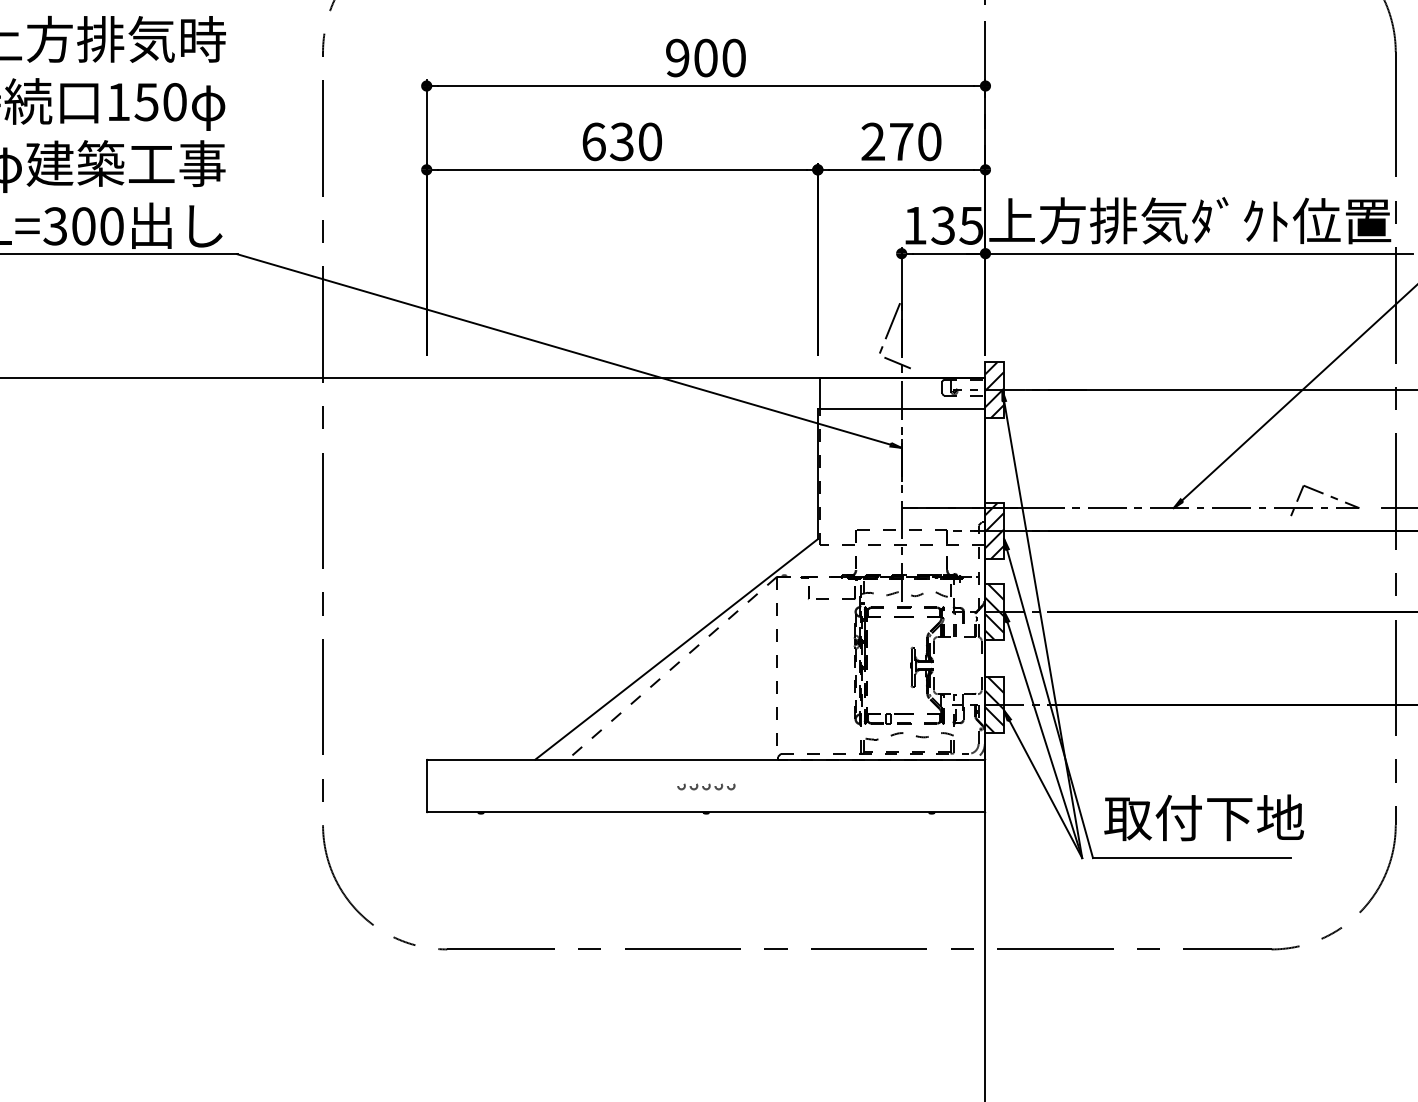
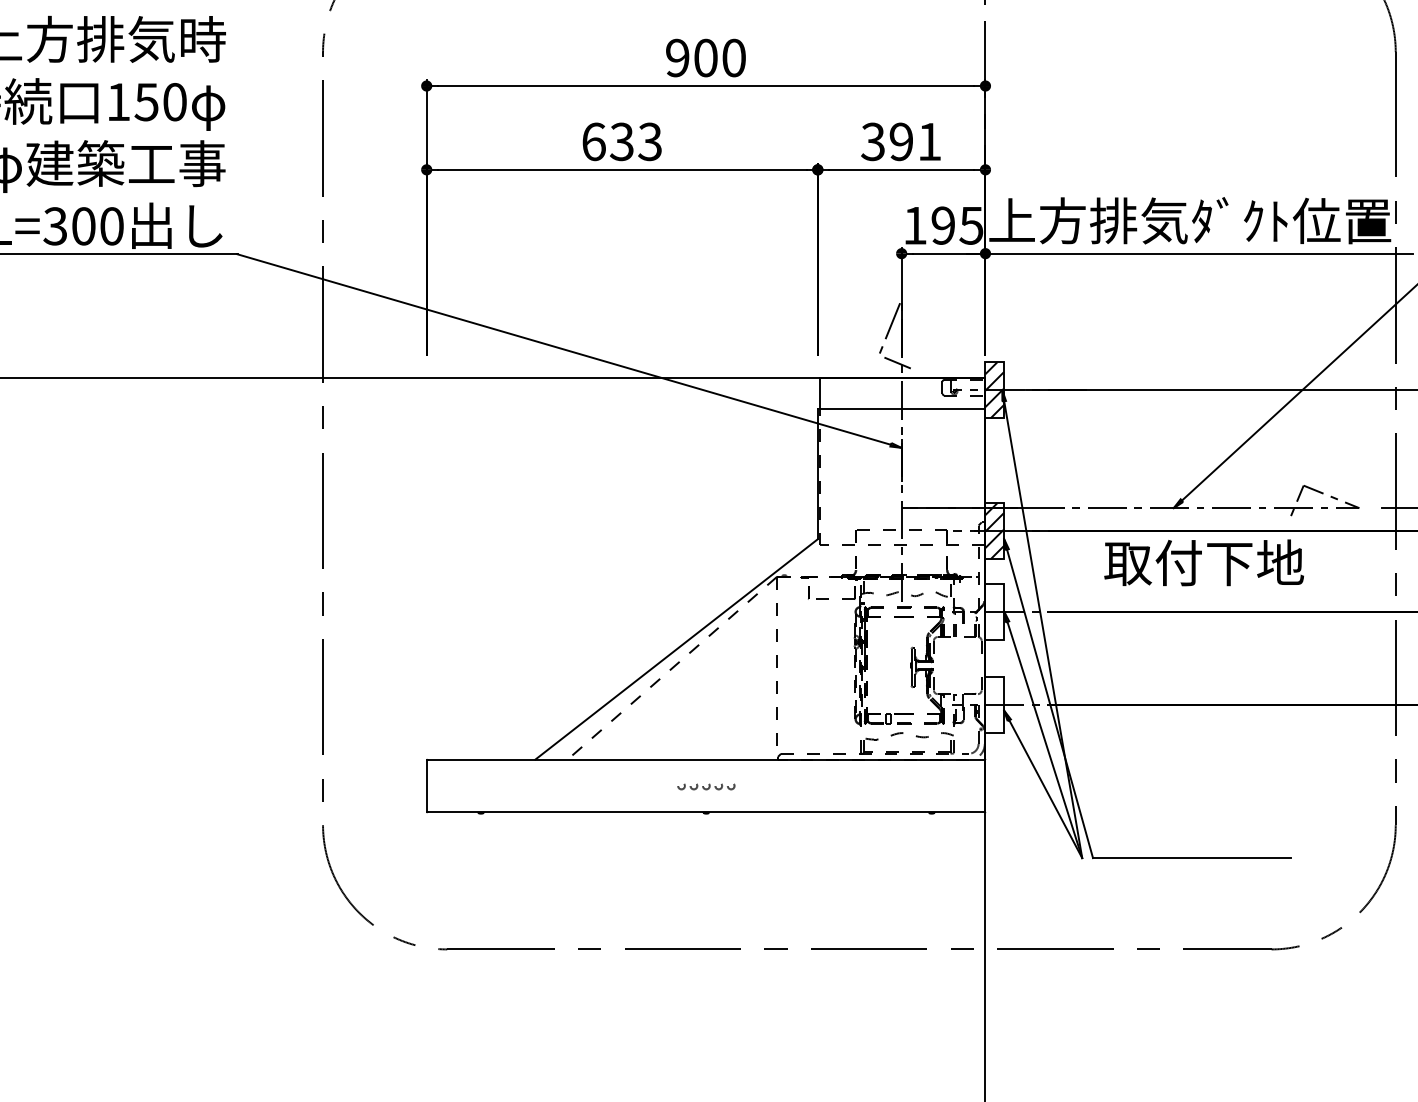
text at (650, 141): 630 -> 633
text at (901, 141): 270 -> 391
text at (942, 225): 135 -> 195
hatch at (994, 611): present -> none
hatch at (994, 704): present -> none
text at (1203, 817) position: (1203, 817) -> (1203, 562)
